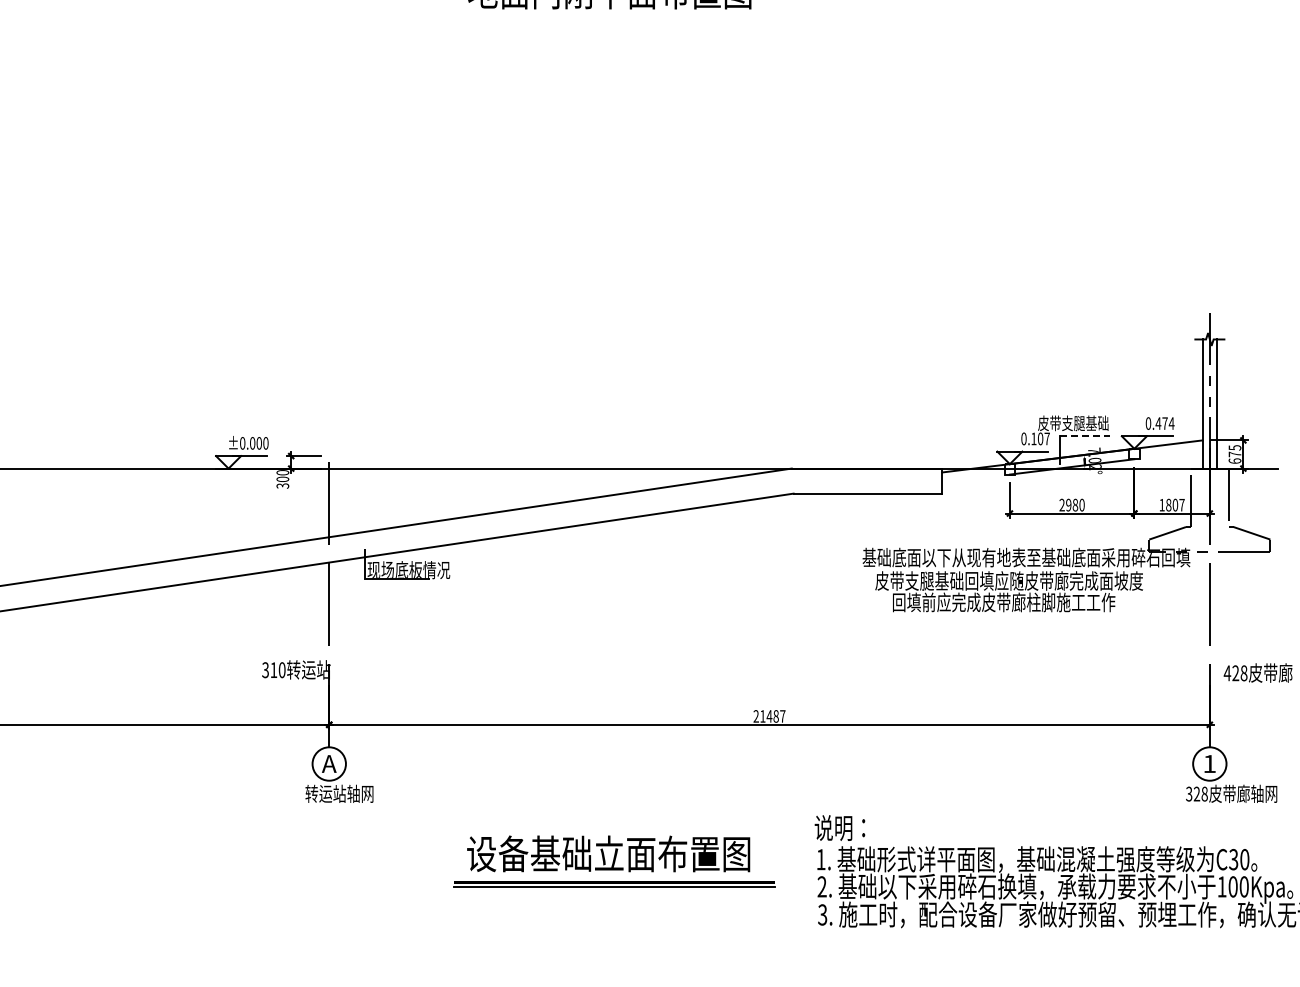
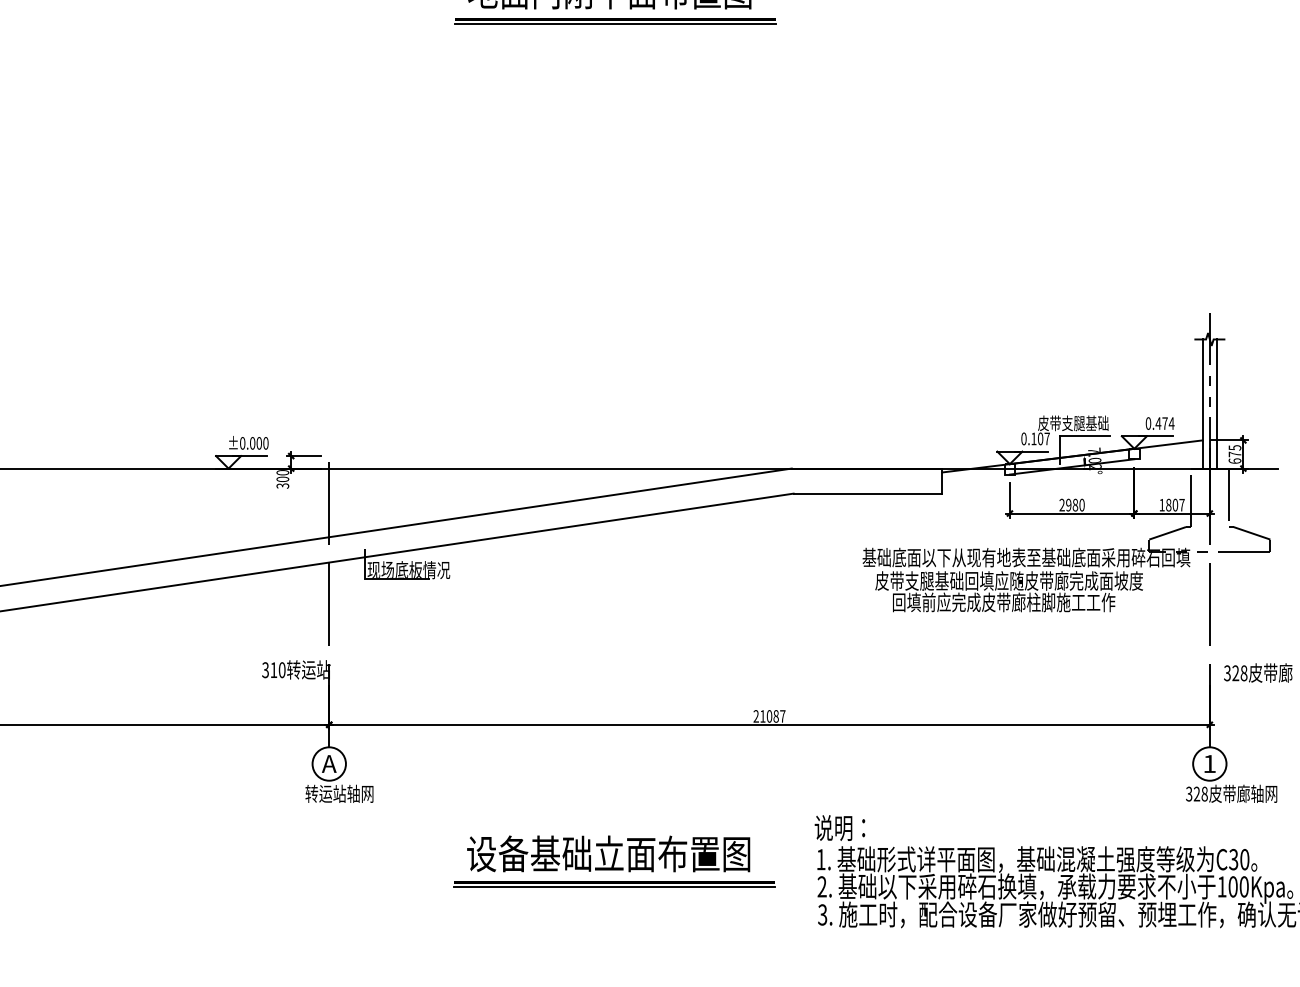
part at (615, 21): none -> present
line at (1084, 436): dashed -> solid
text at (1227, 673): 428 -> 328
text at (769, 716): 21487 -> 21087
